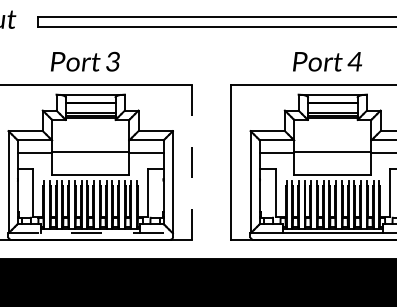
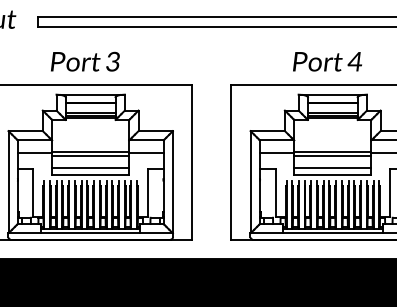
line at (90, 156): none -> present
line at (332, 156): none -> present
line at (192, 162): dashed -> solid
line at (90, 167): none -> present
line at (332, 167): none -> present
line at (91, 233): dashed -> solid
